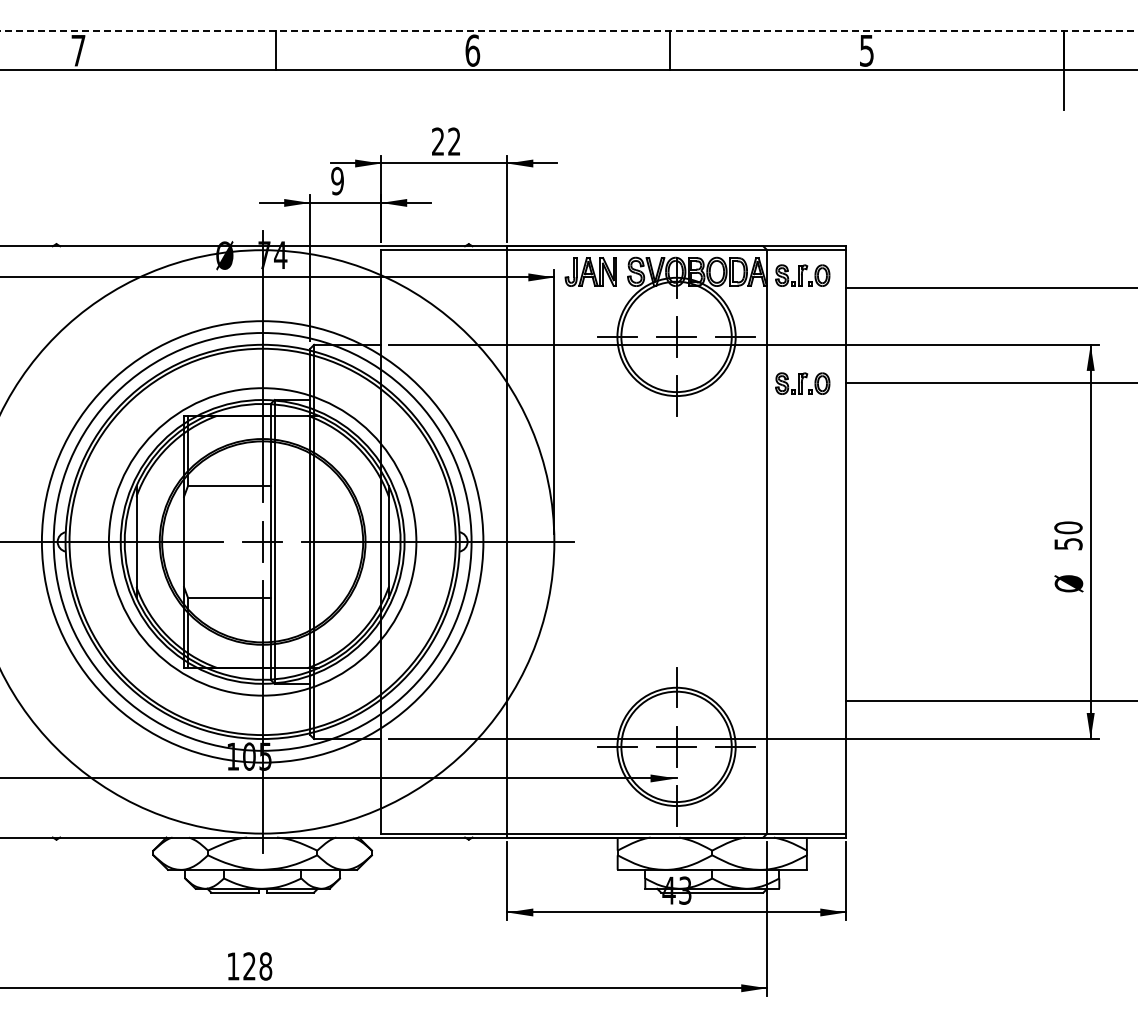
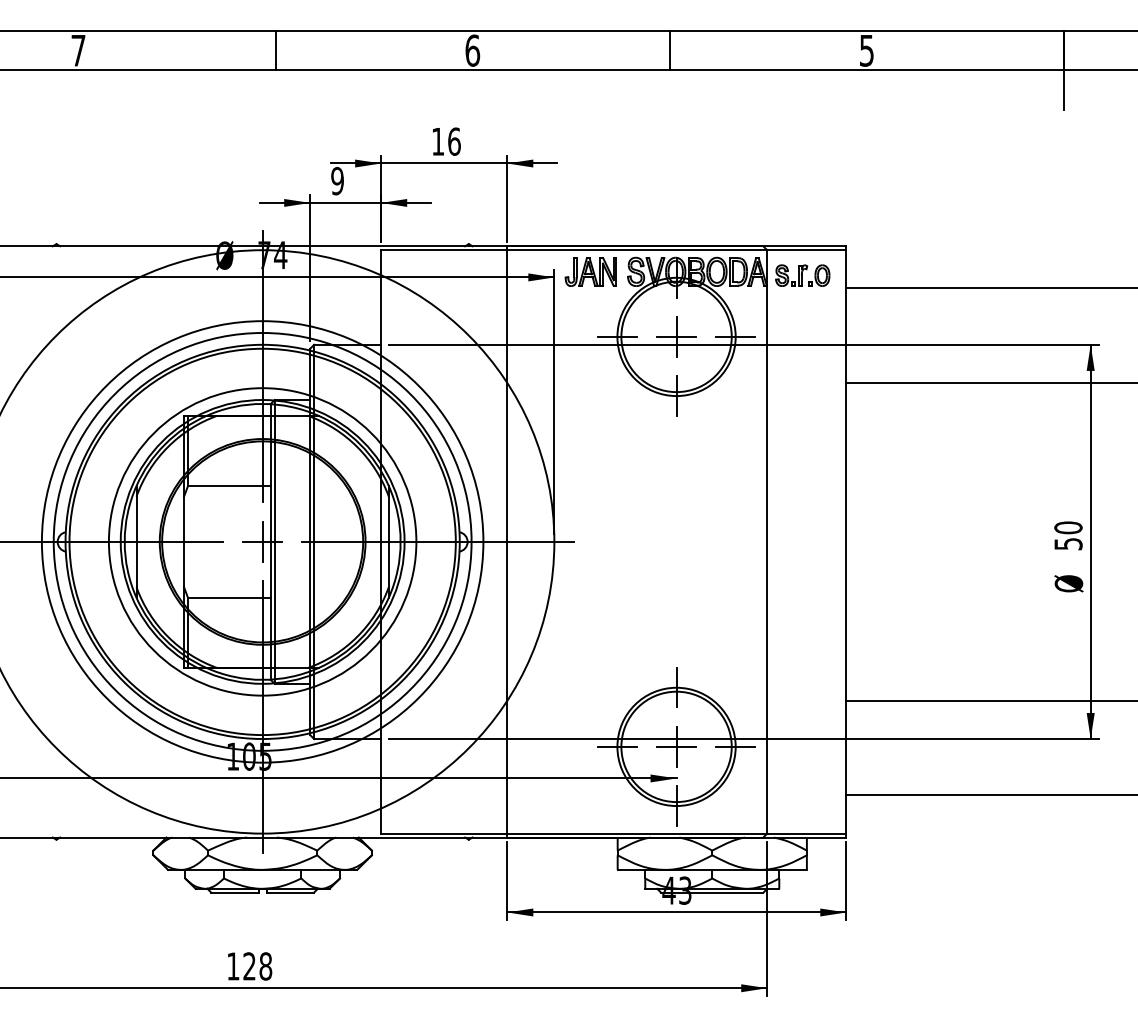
line at (569, 30): dashed -> solid
text at (446, 141): 22 -> 16
part at (802, 383): present -> none
line at (990, 795): none -> present
